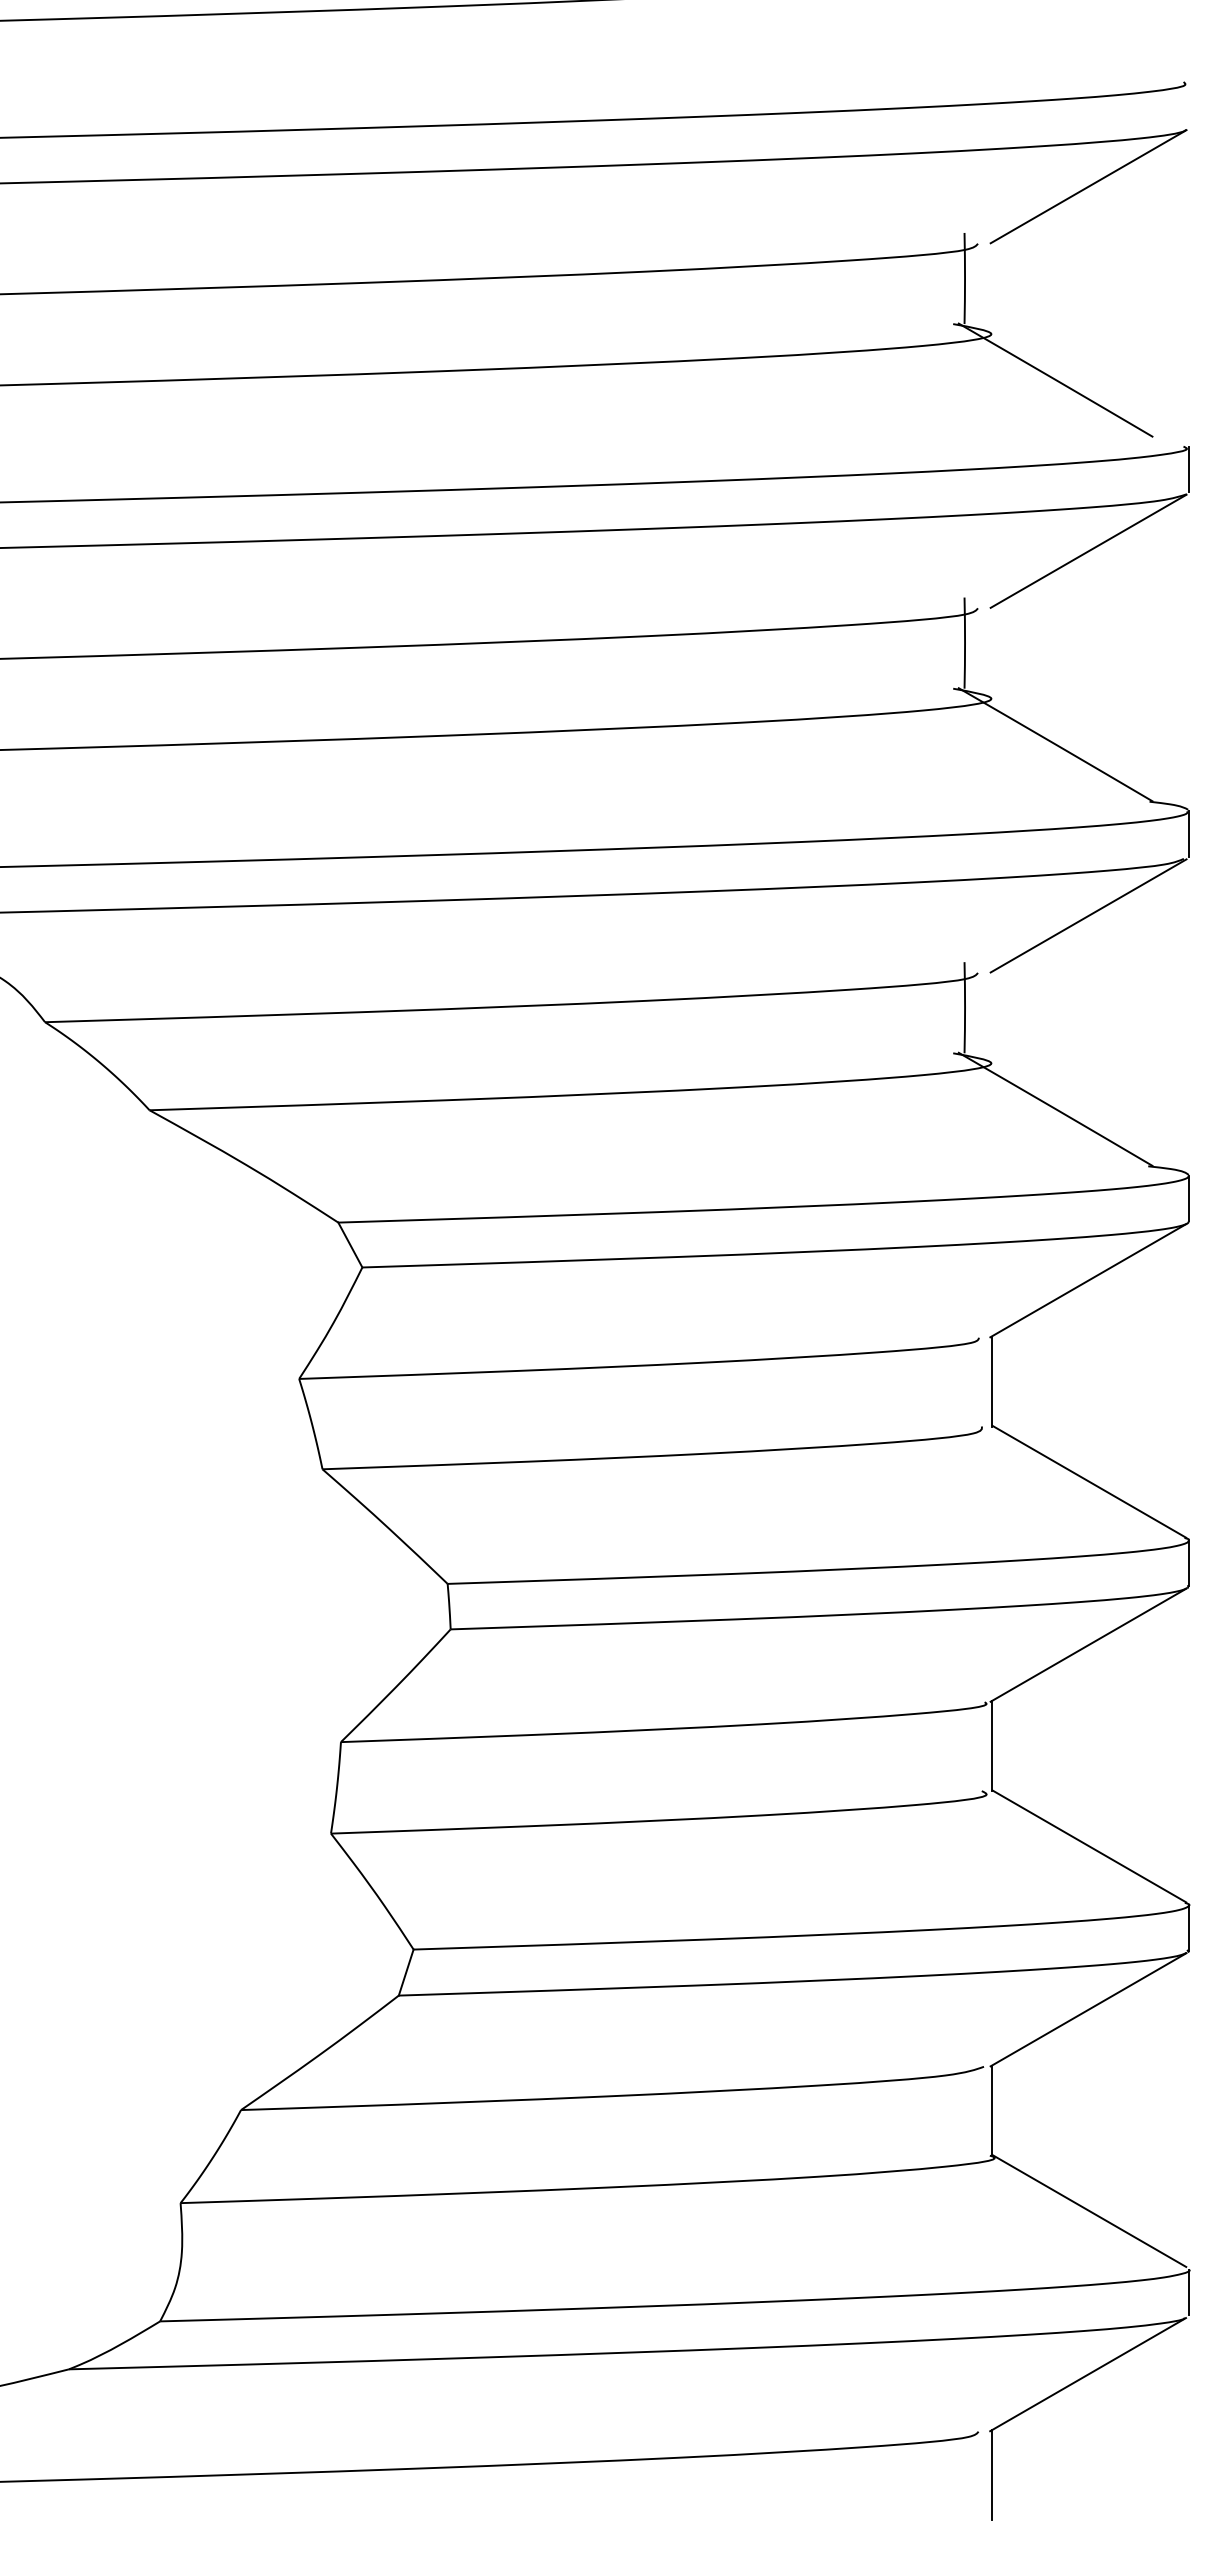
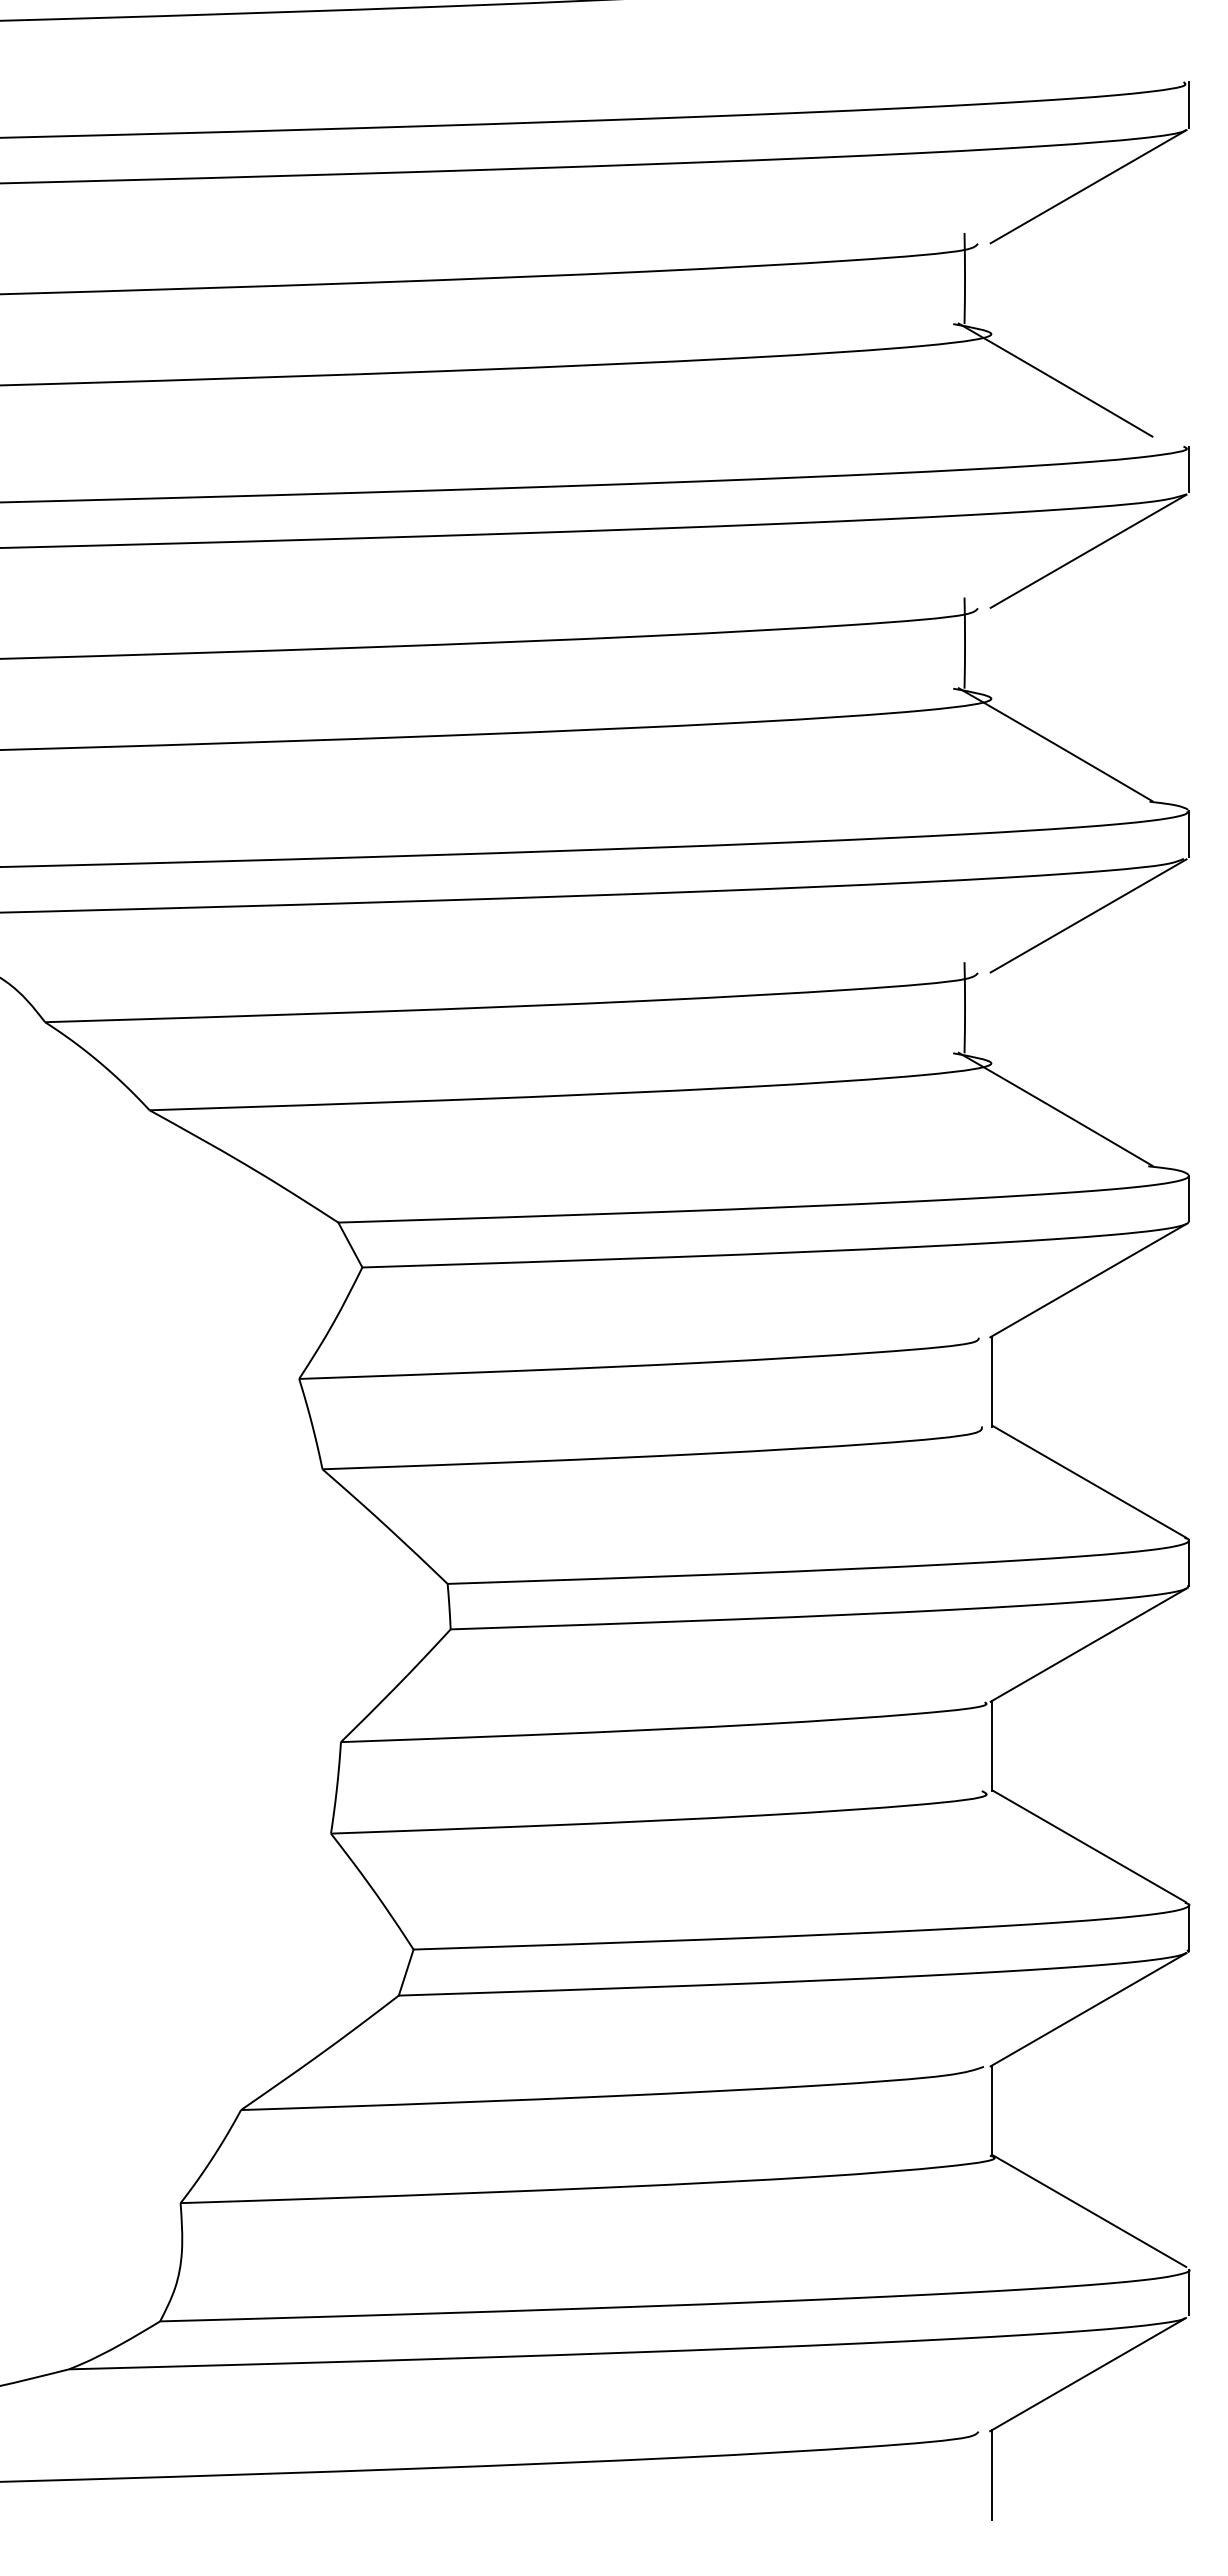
line at (1189, 104): none -> present
